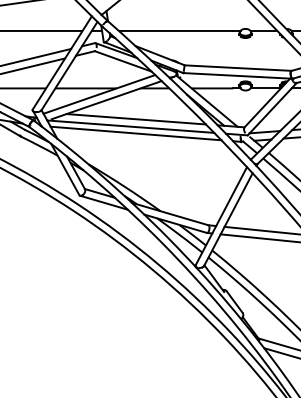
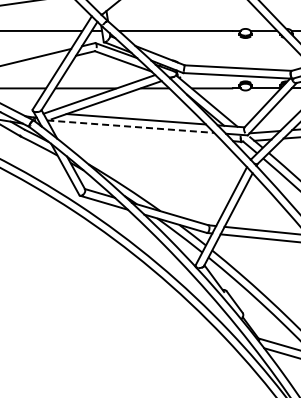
line at (33, 65): present -> none
line at (130, 126): solid -> dashed
line at (135, 133): present -> none
